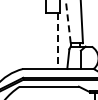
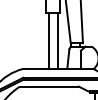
line at (68, 21): dashed -> solid
line at (49, 40): none -> present
line at (57, 41): dashed -> solid
